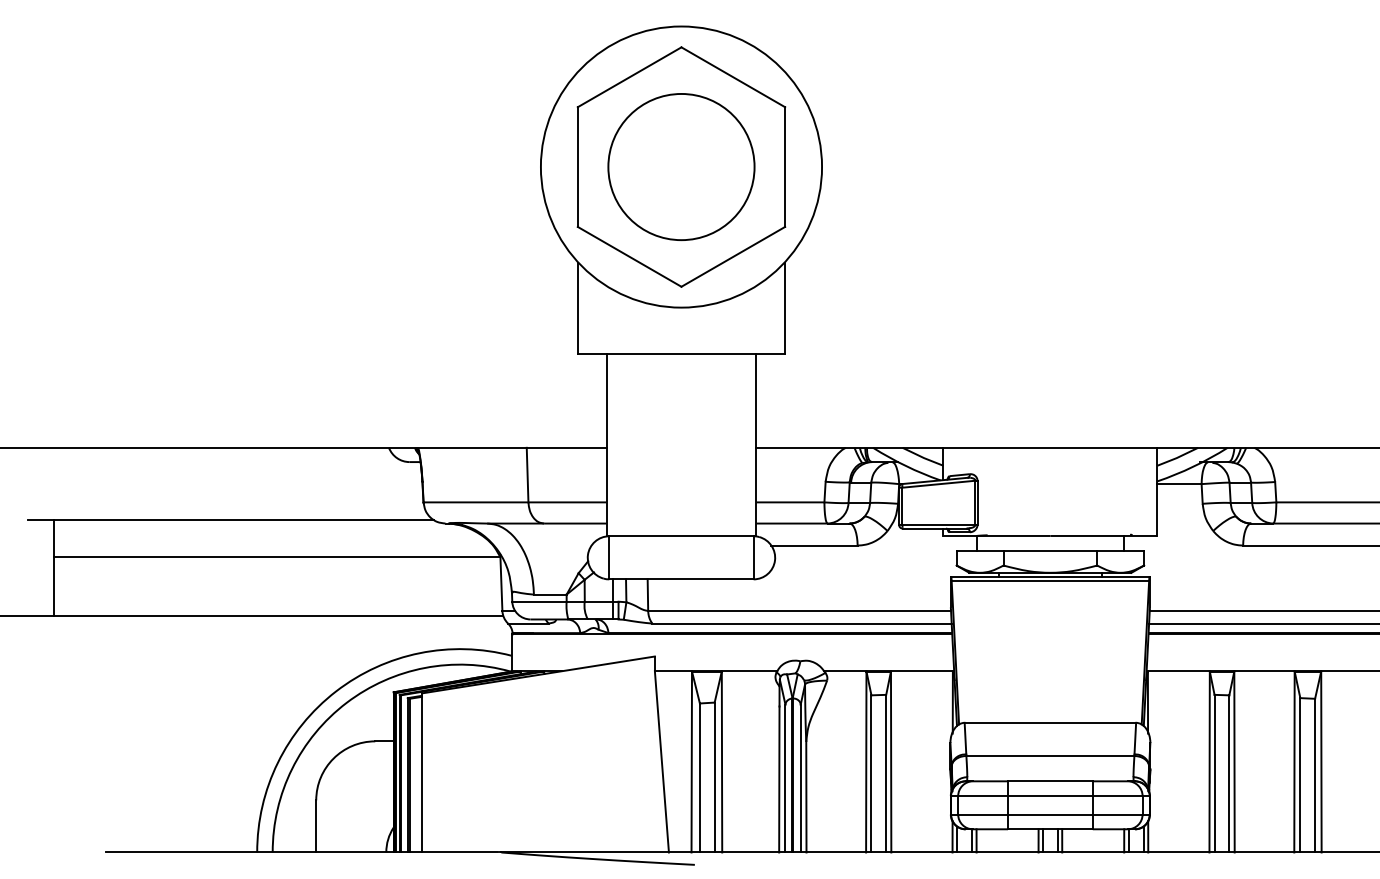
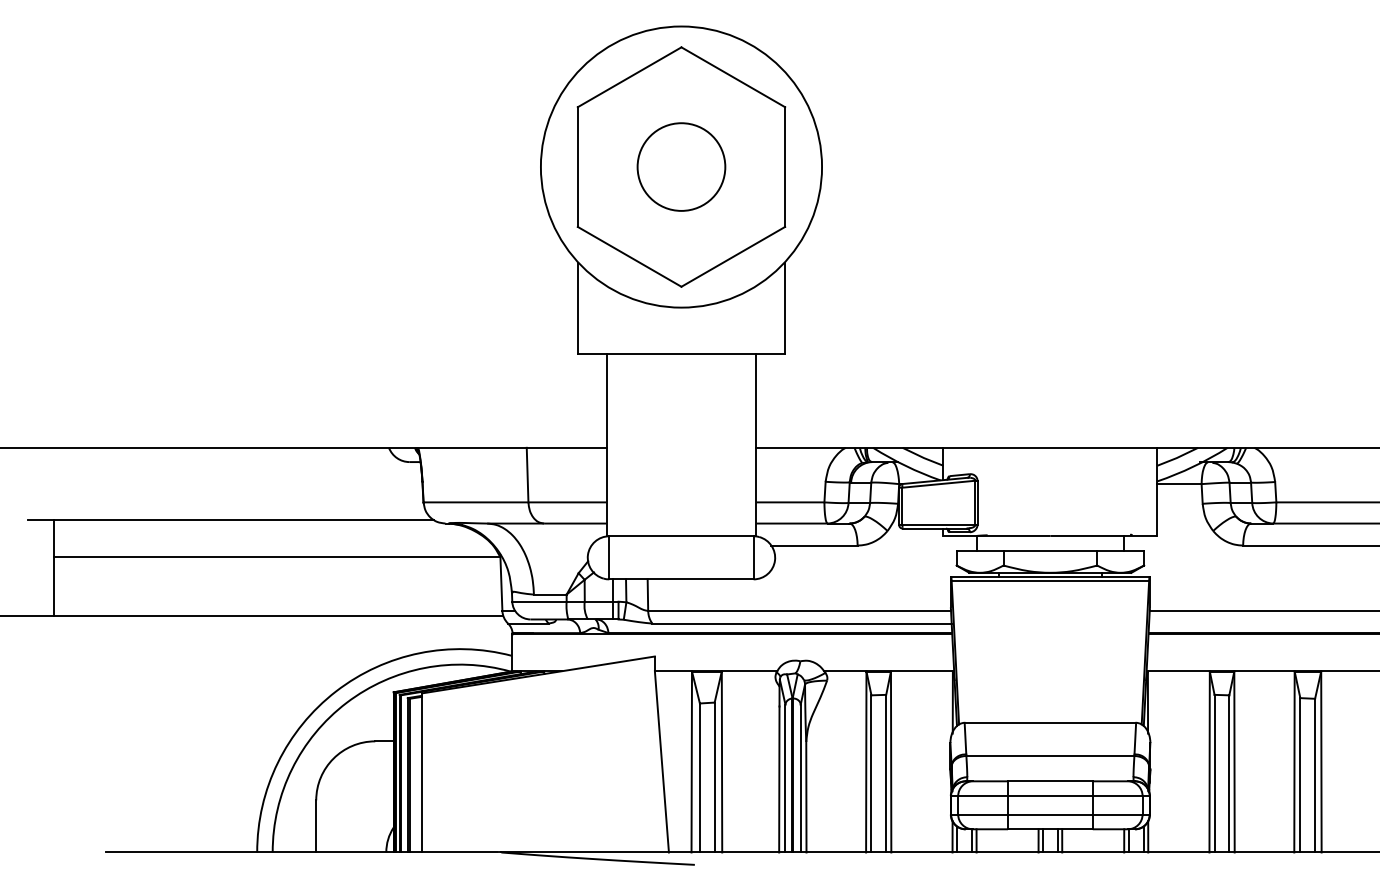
circle at (681, 166) diameter: 146 px -> 88 px
line at (1262, 623): present -> none
